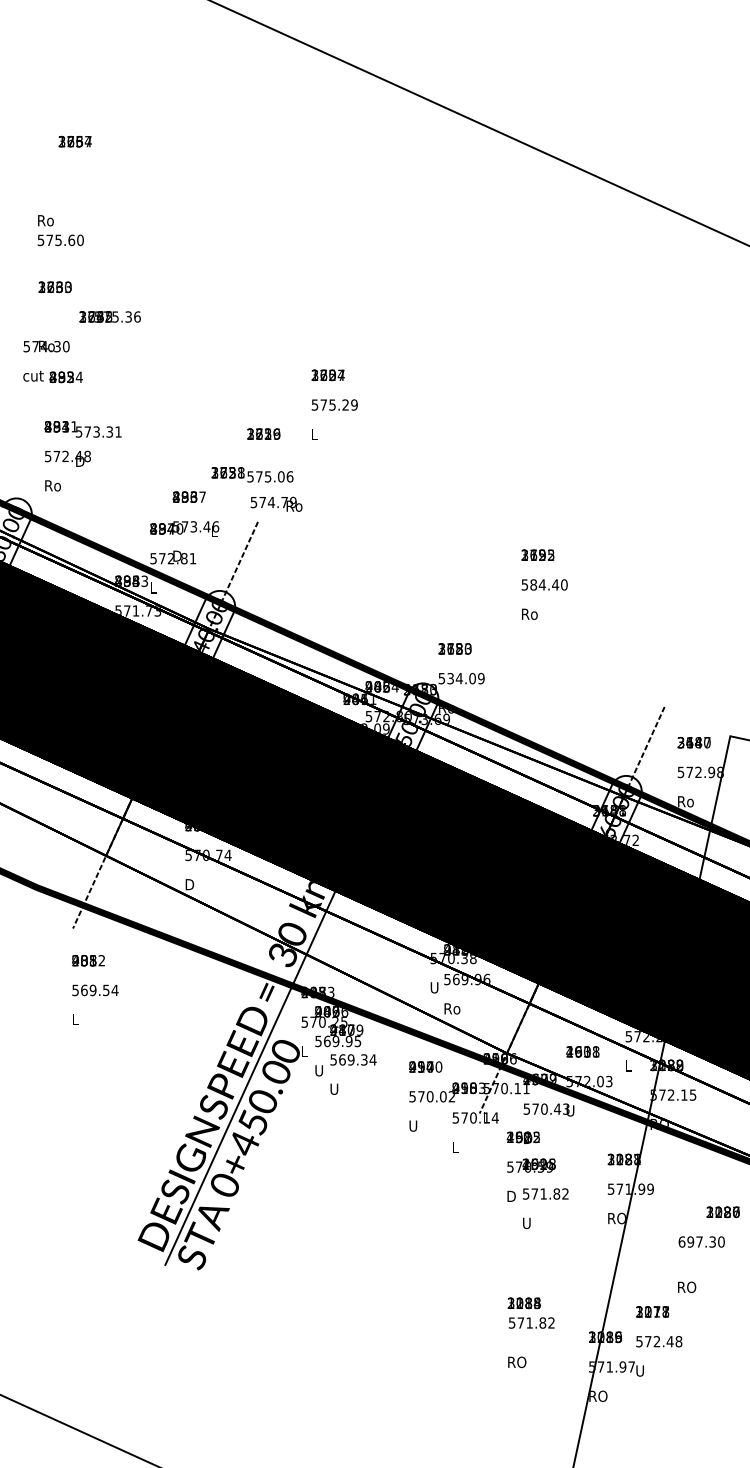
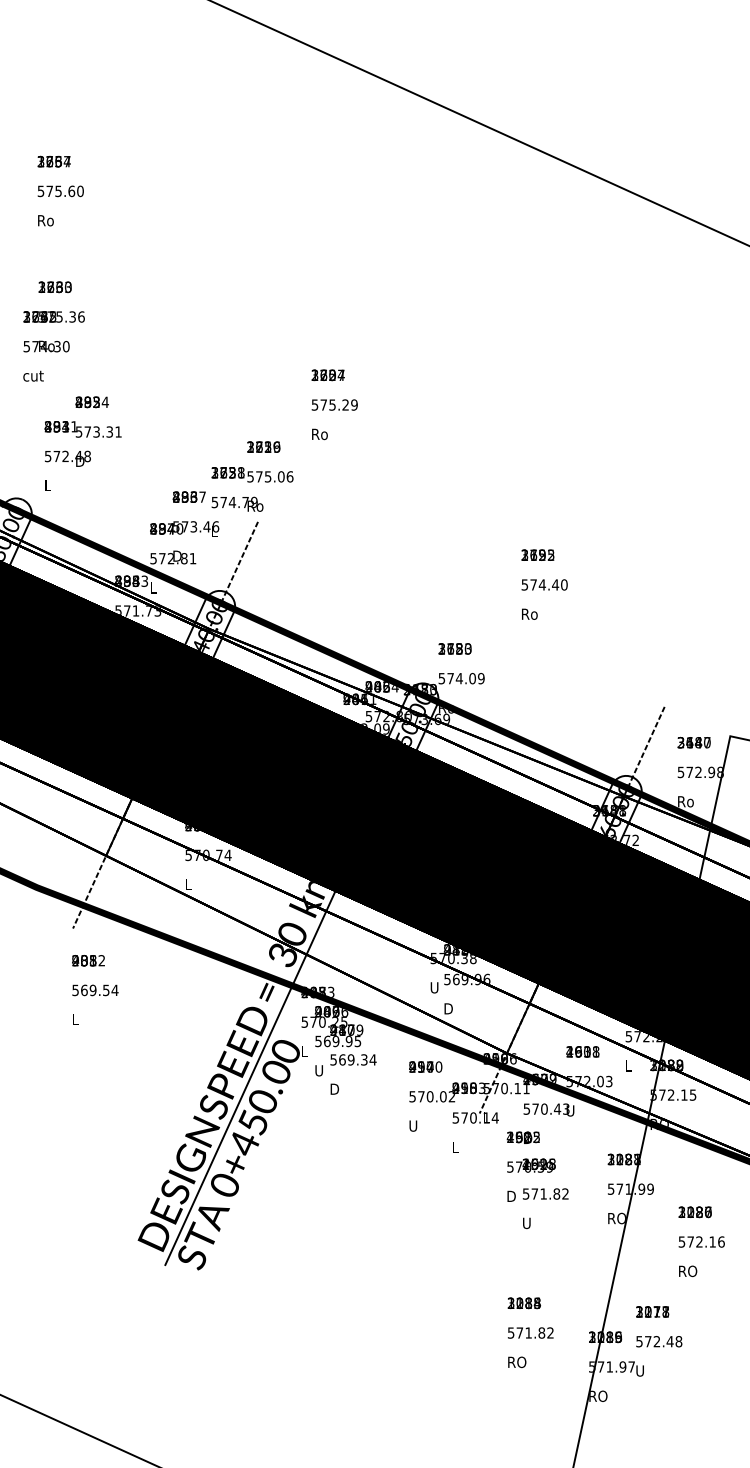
text at (74, 141) position: (74, 141) -> (53, 161)
text at (60, 240) position: (60, 240) -> (60, 191)
text at (109, 316) position: (109, 316) -> (53, 316)
text at (65, 377) position: (65, 377) -> (91, 402)
text at (263, 433) position: (263, 433) -> (263, 446)
text at (319, 434): L -> Ro
text at (52, 485): Ro -> L
text at (276, 503) position: (276, 503) -> (237, 503)
text at (533, 584): 584.40 -> 574.40
text at (450, 678): 534.09 -> 574.09
text at (189, 884): D -> L
text at (453, 1009): Ro -> D
text at (334, 1088): U -> D
text at (722, 1212) position: (722, 1212) -> (694, 1212)
text at (701, 1241): 697.30 -> 572.16
text at (687, 1287) position: (687, 1287) -> (688, 1271)
text at (531, 1322) position: (531, 1322) -> (530, 1332)
